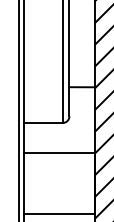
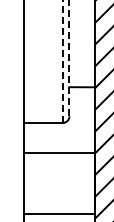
line at (69, 58): solid -> dashed
line at (62, 61): solid -> dashed
line at (18, 110): present -> none
